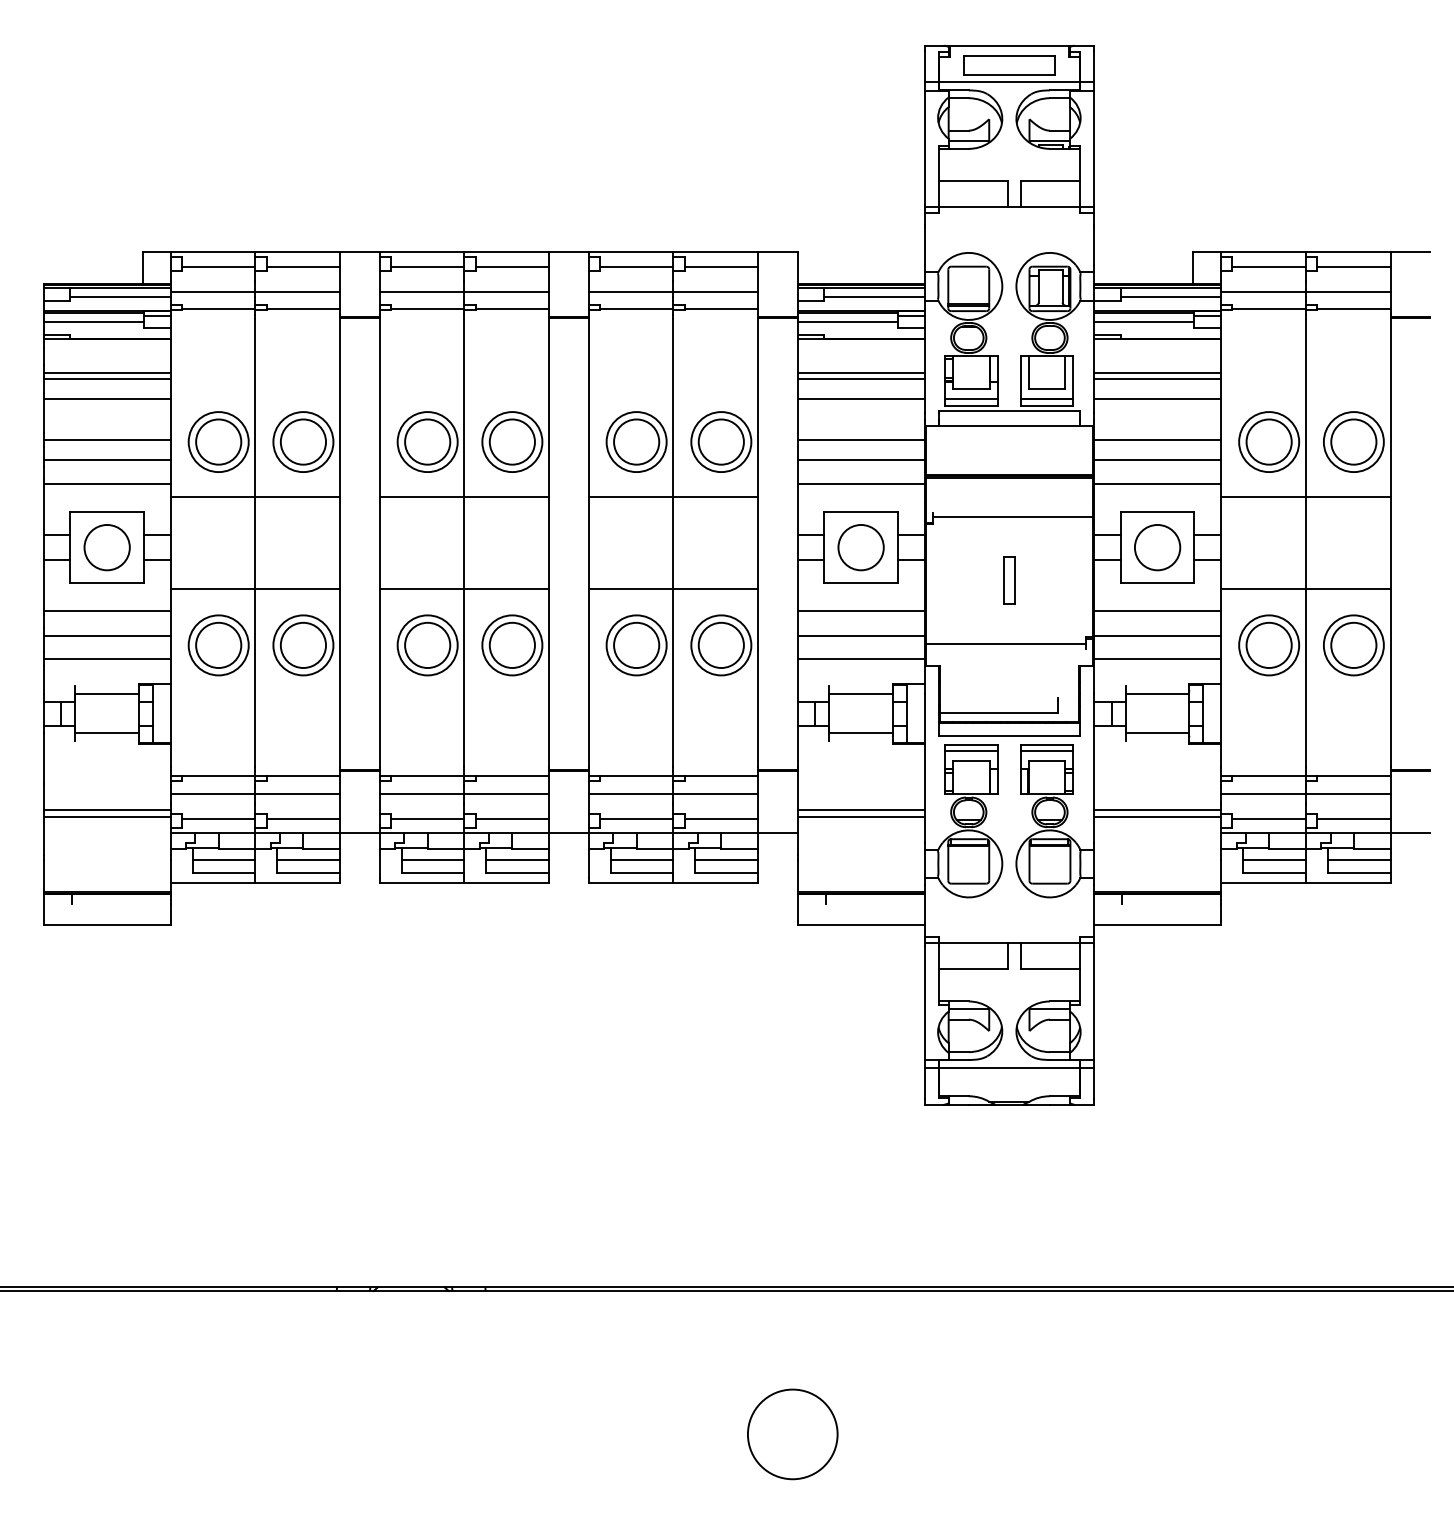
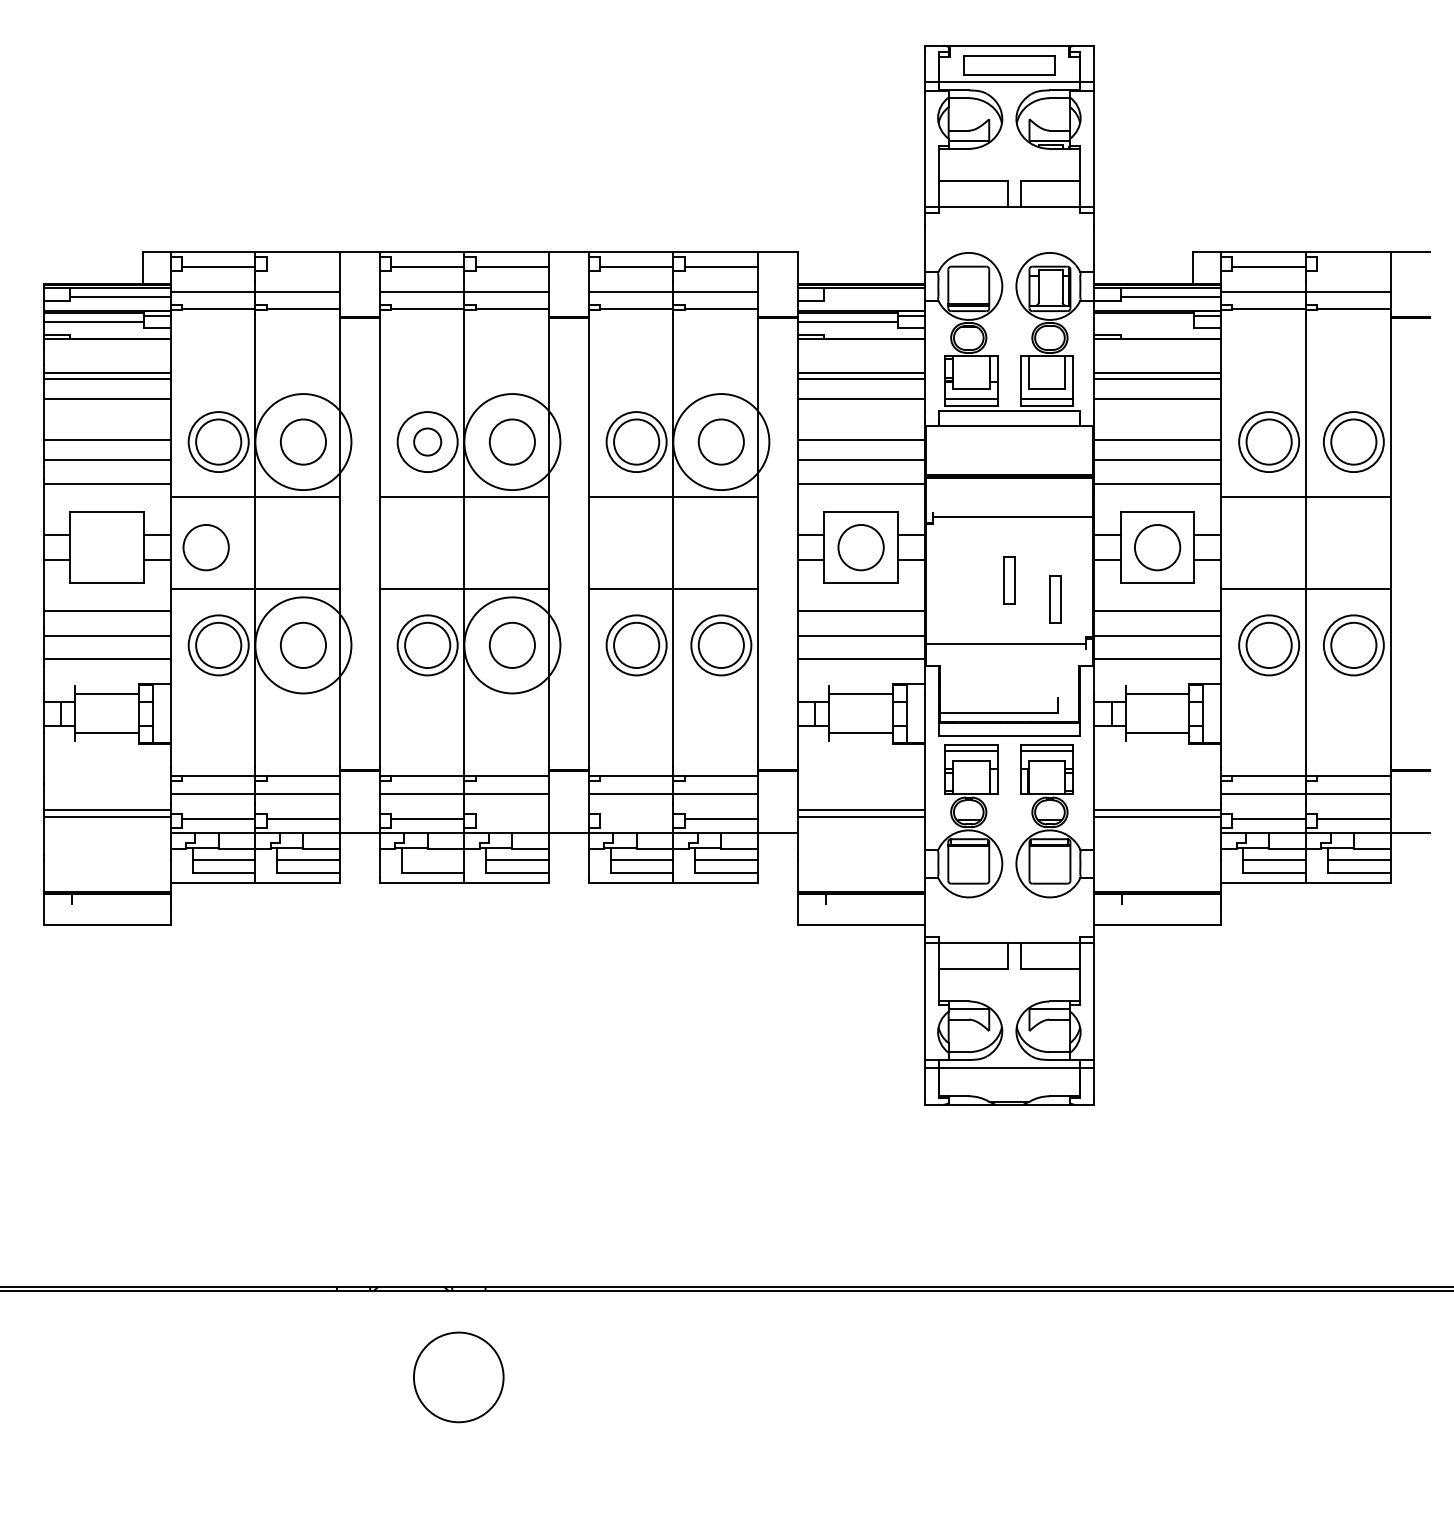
line at (303, 266): present -> none
line at (1353, 266): present -> none
line at (874, 296): present -> none
line at (1144, 322): present -> none
circle at (427, 441) diameter: 45 px -> 27 px
circle at (303, 442) diameter: 60 px -> 96 px
circle at (512, 442) diameter: 60 px -> 96 px
circle at (721, 442) diameter: 60 px -> 96 px
circle at (106, 547) position: (106, 547) -> (205, 547)
part at (1055, 599): none -> present
circle at (303, 645) diameter: 60 px -> 96 px
circle at (512, 645) diameter: 60 px -> 96 px
line at (512, 818): present -> none
line at (636, 818): present -> none
line at (432, 859): present -> none
circle at (792, 1434) position: (792, 1434) -> (458, 1377)
